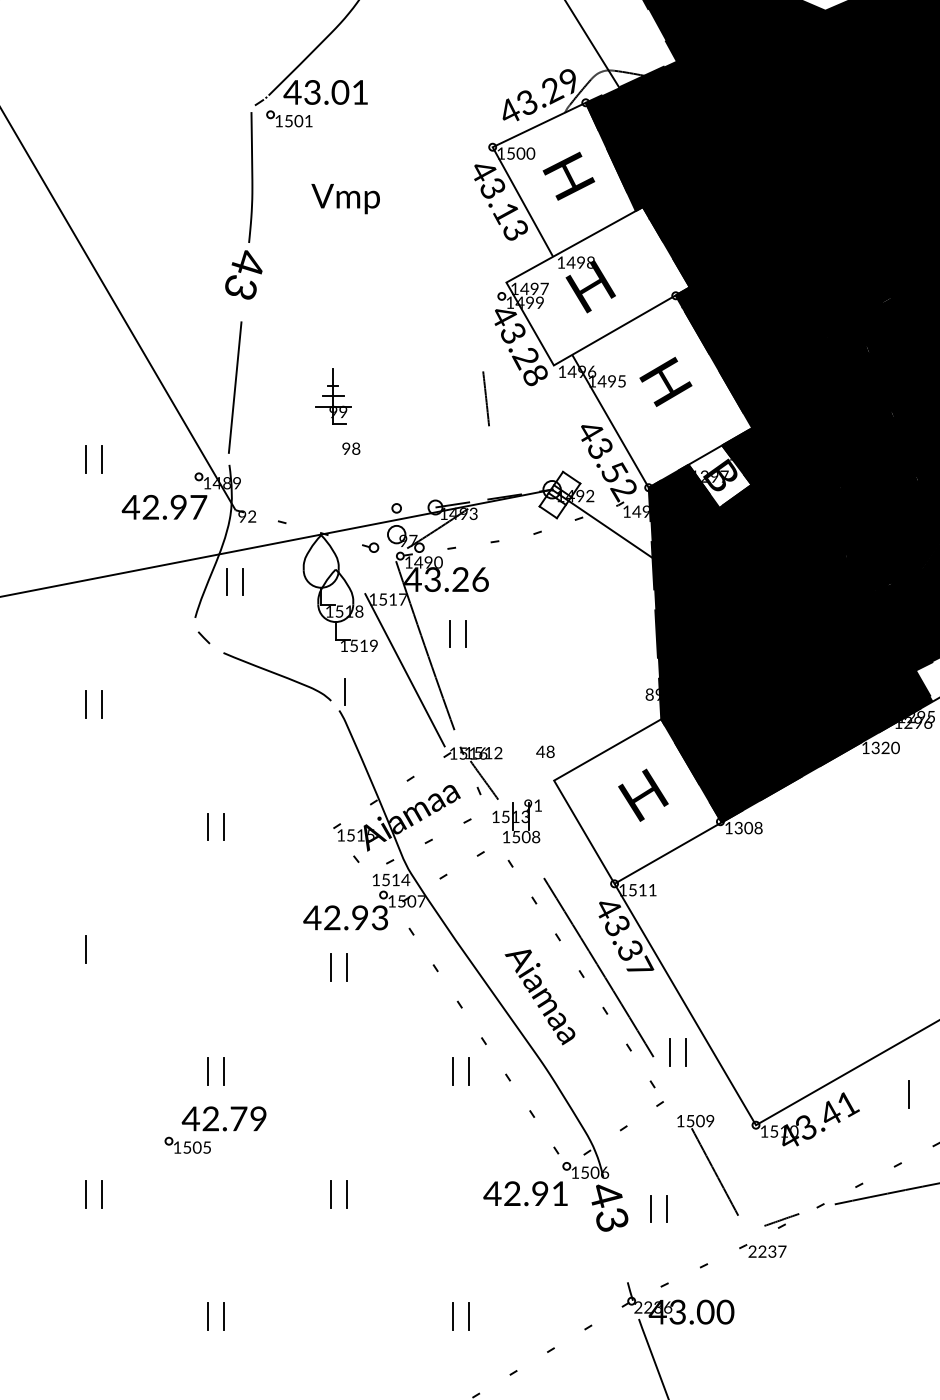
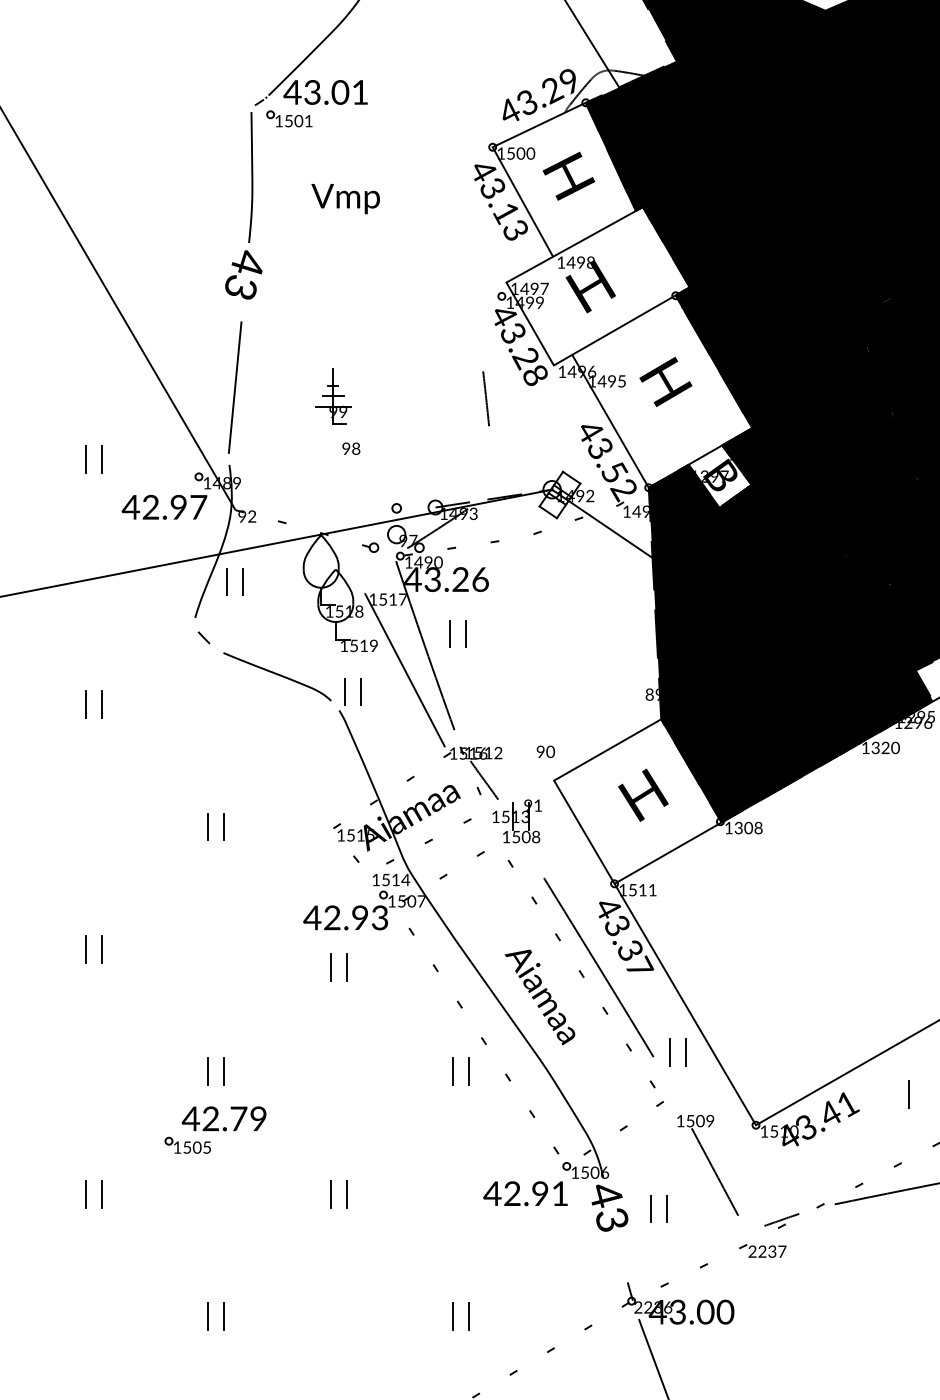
line at (361, 691): none -> present
text at (545, 751): 48 -> 90
line at (101, 949): none -> present
